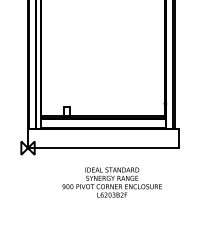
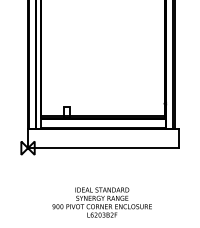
text at (111, 182) position: (111, 182) -> (101, 202)
